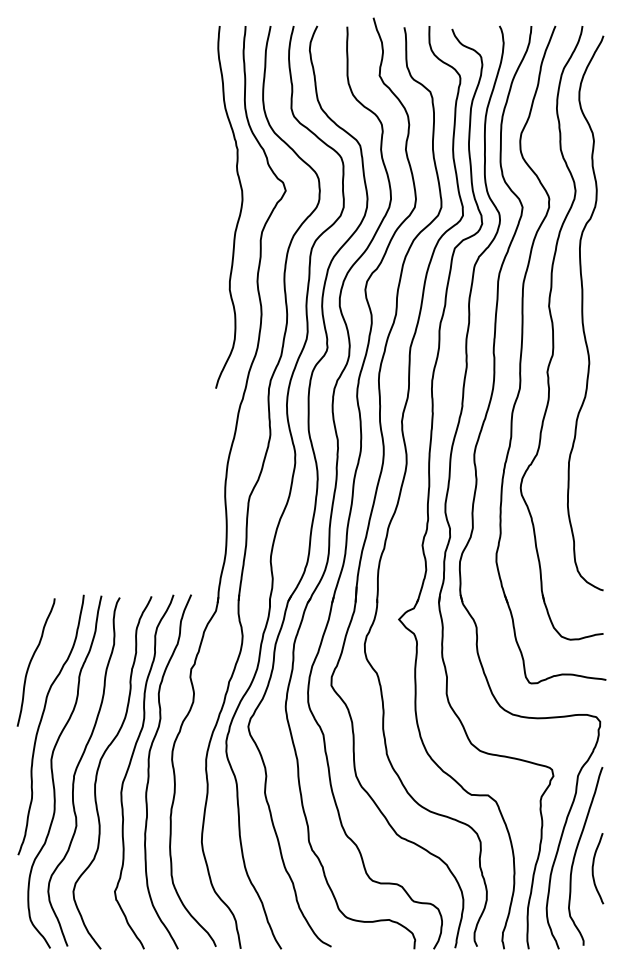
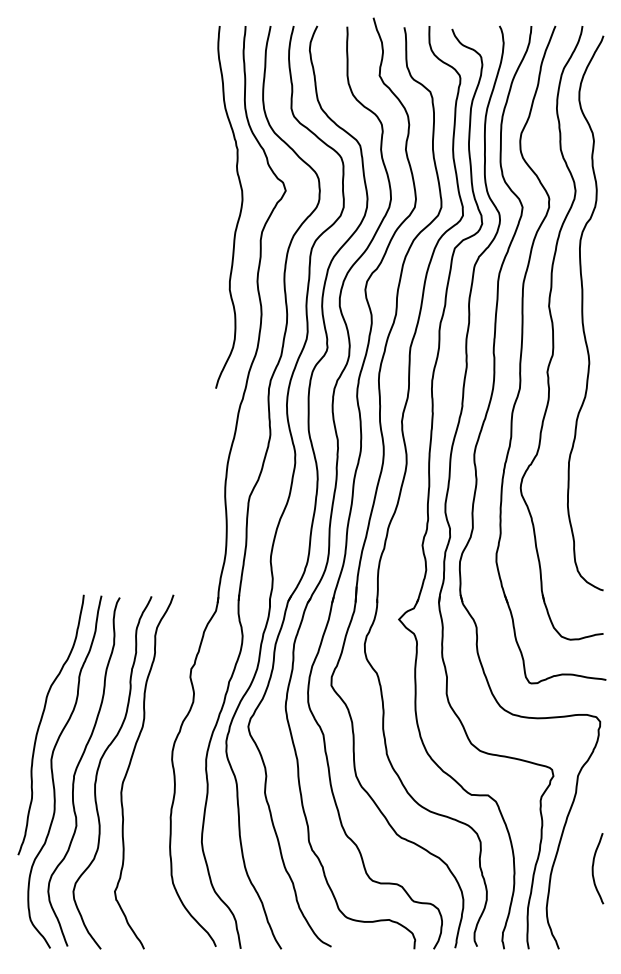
curve at (31, 662): present -> none
curve at (149, 771): present -> none
curve at (576, 853): present -> none
